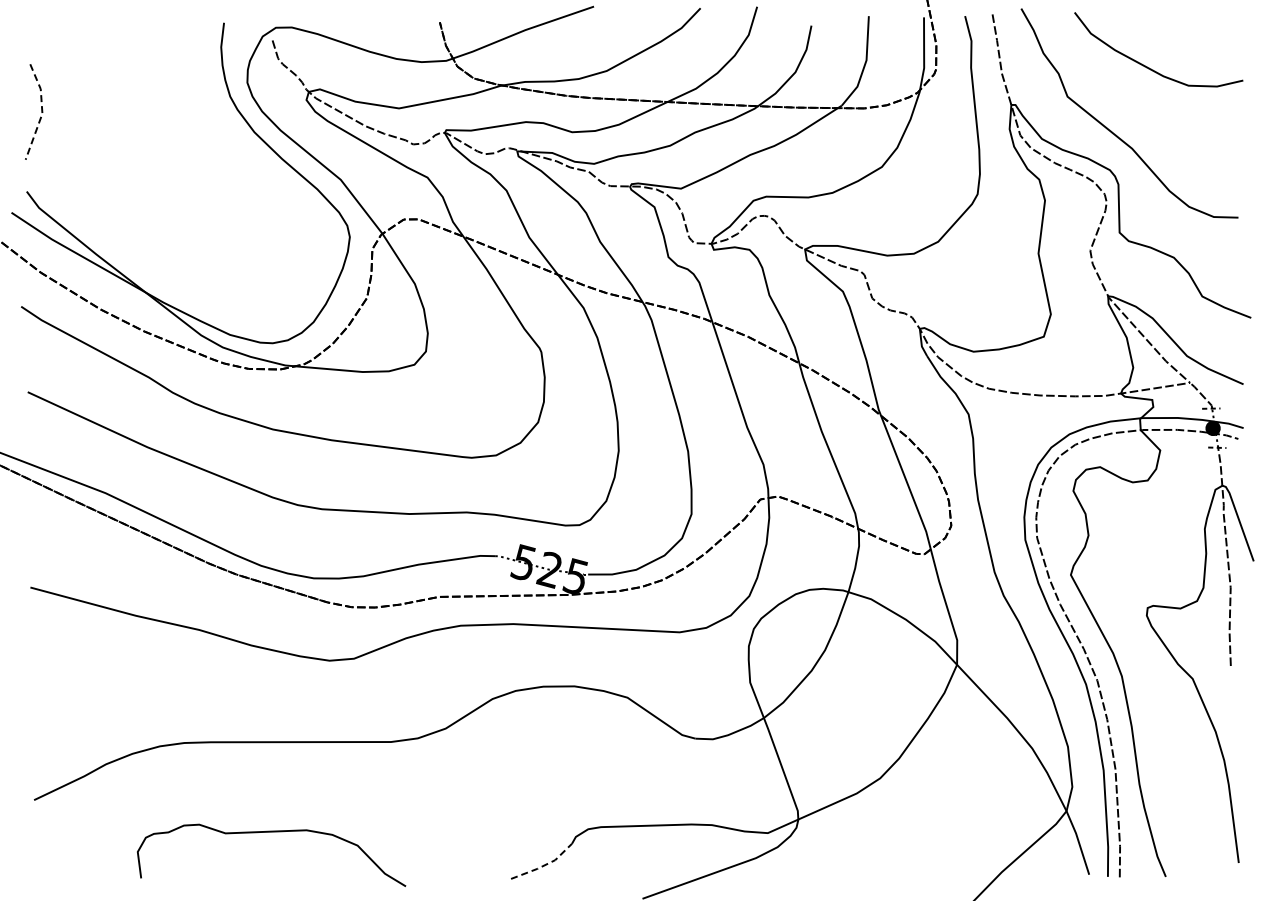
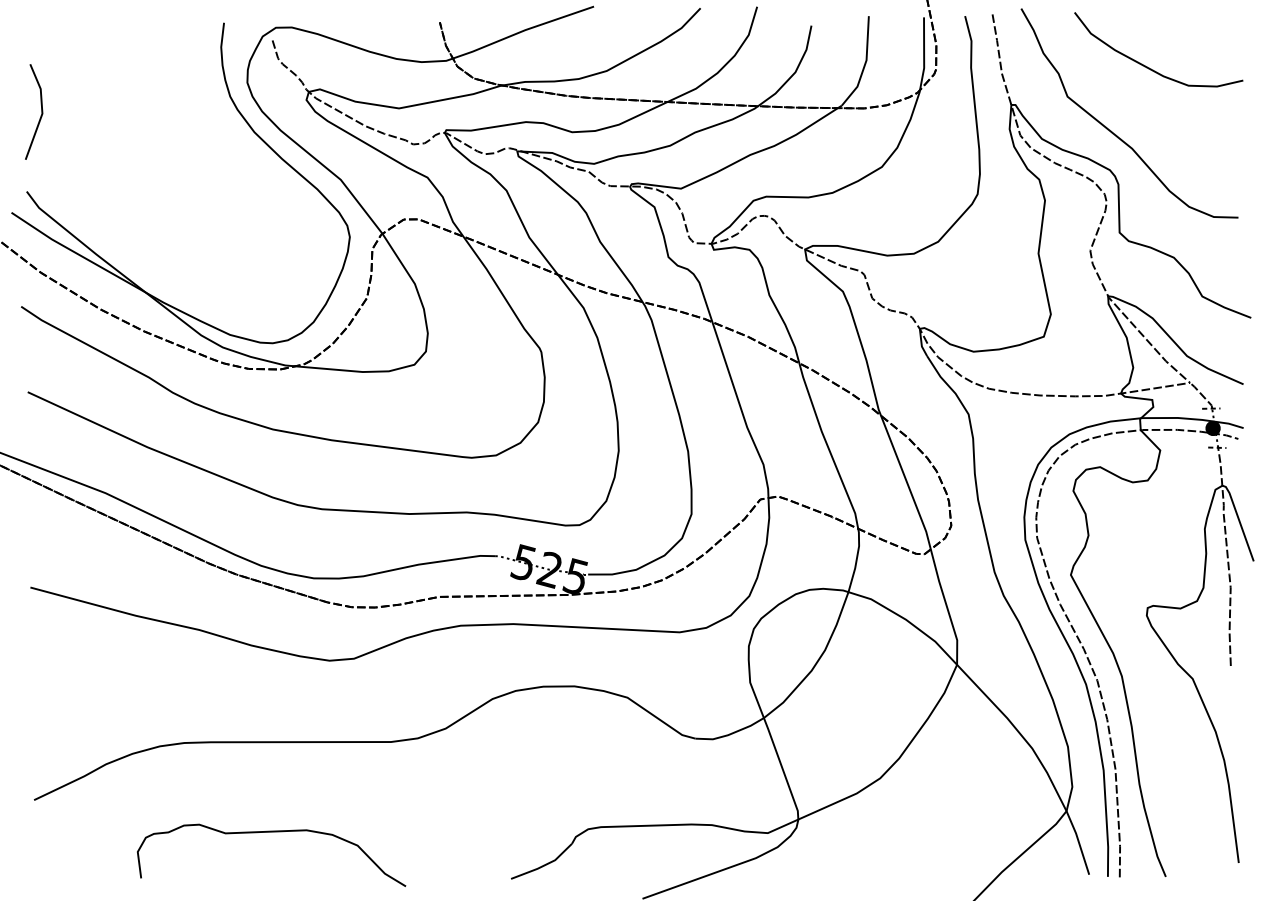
line at (42, 112): dashed -> solid
line at (544, 865): dashed -> solid
